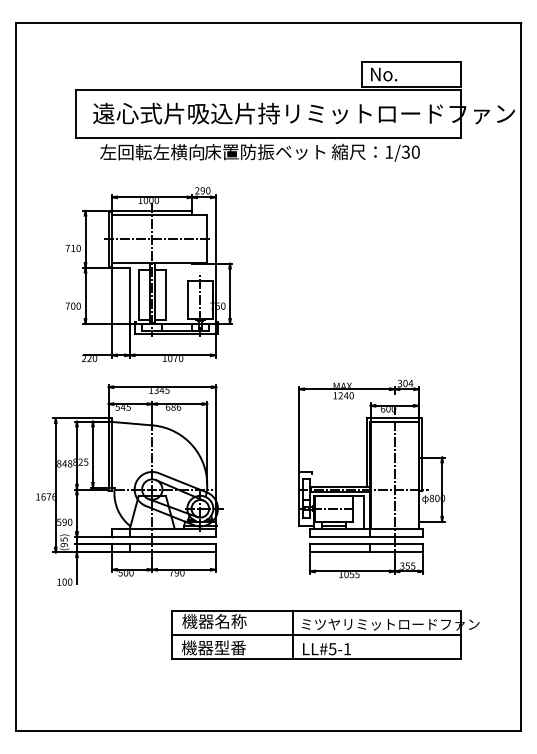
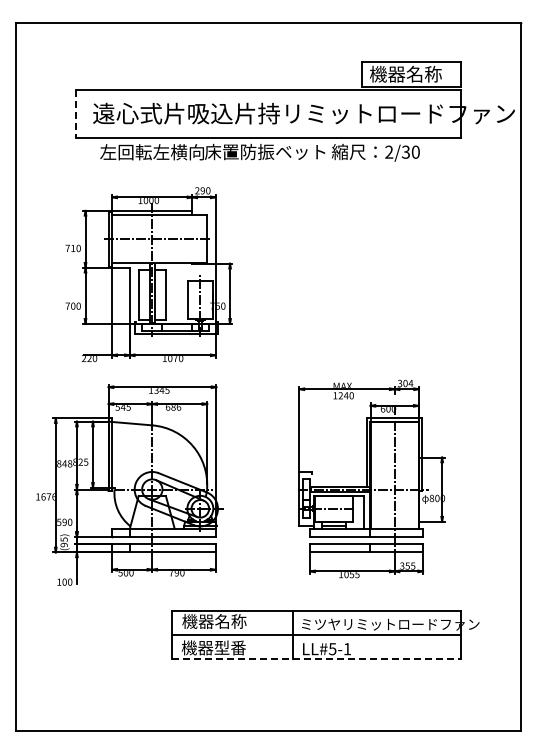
text at (405, 73): No. -> 機器名称
line at (76, 114): solid -> dashed
text at (389, 151): 1/30 -> 2/30
line at (317, 659): solid -> dashed
